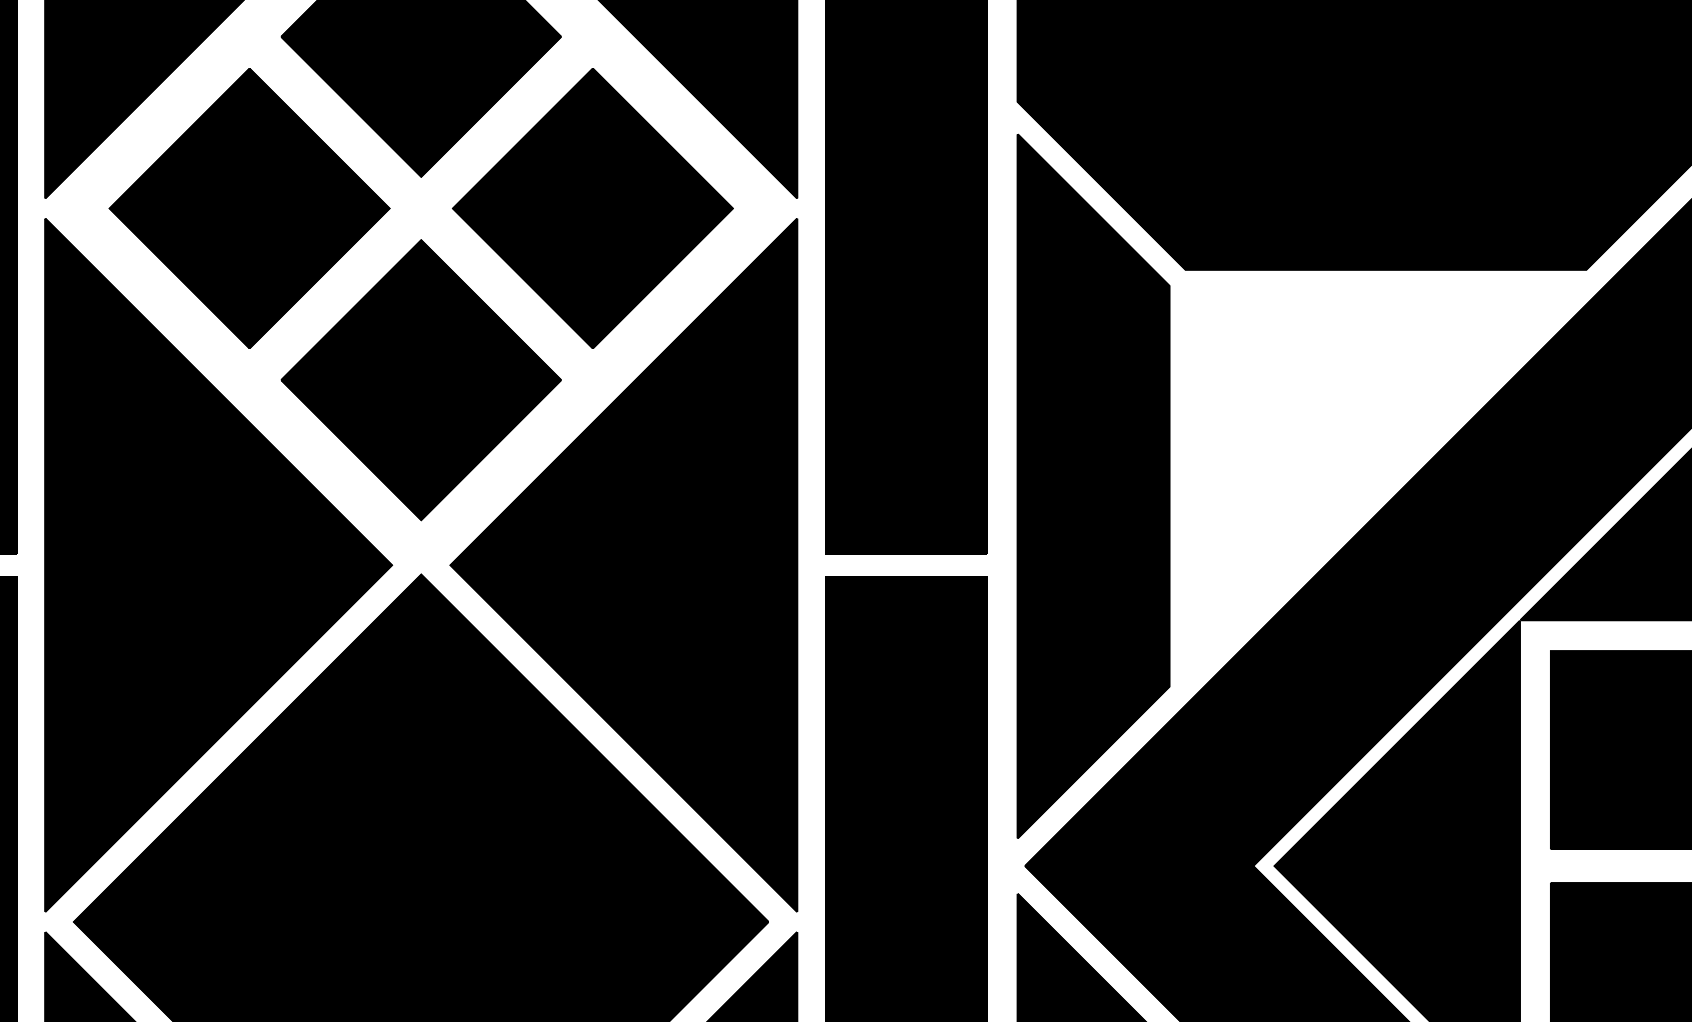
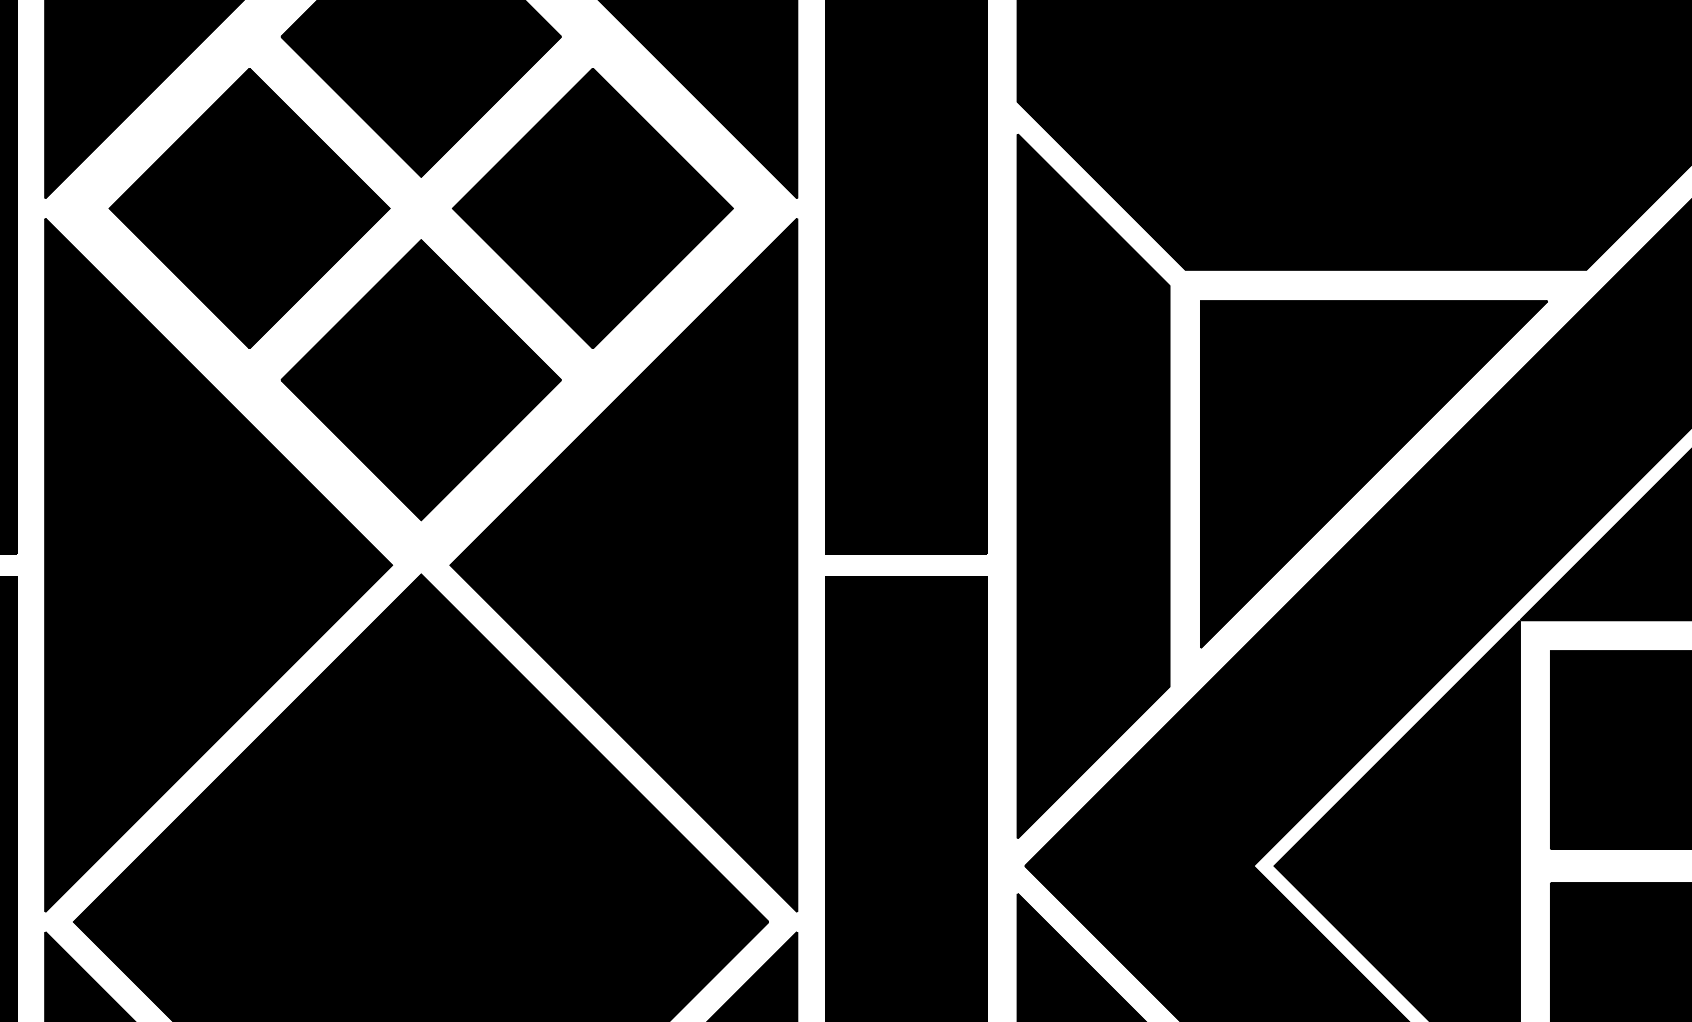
part at (1373, 474): none -> present
